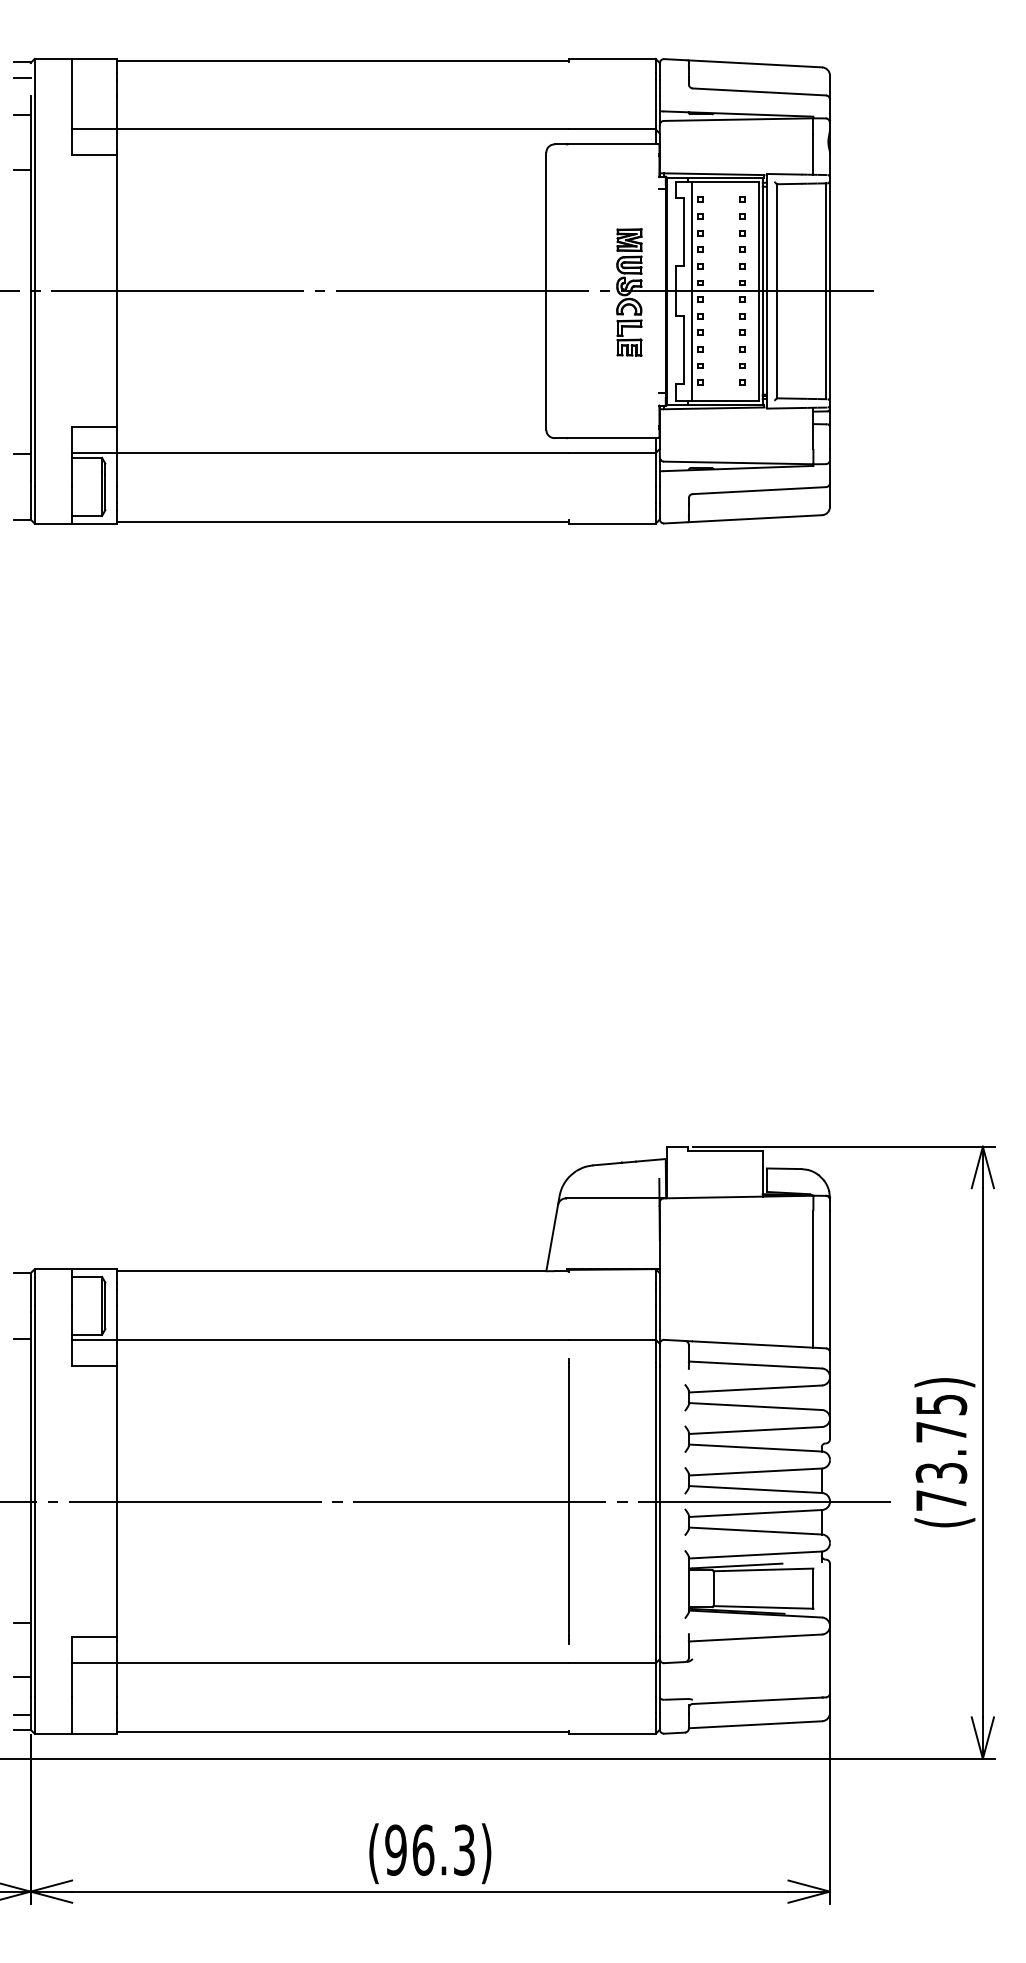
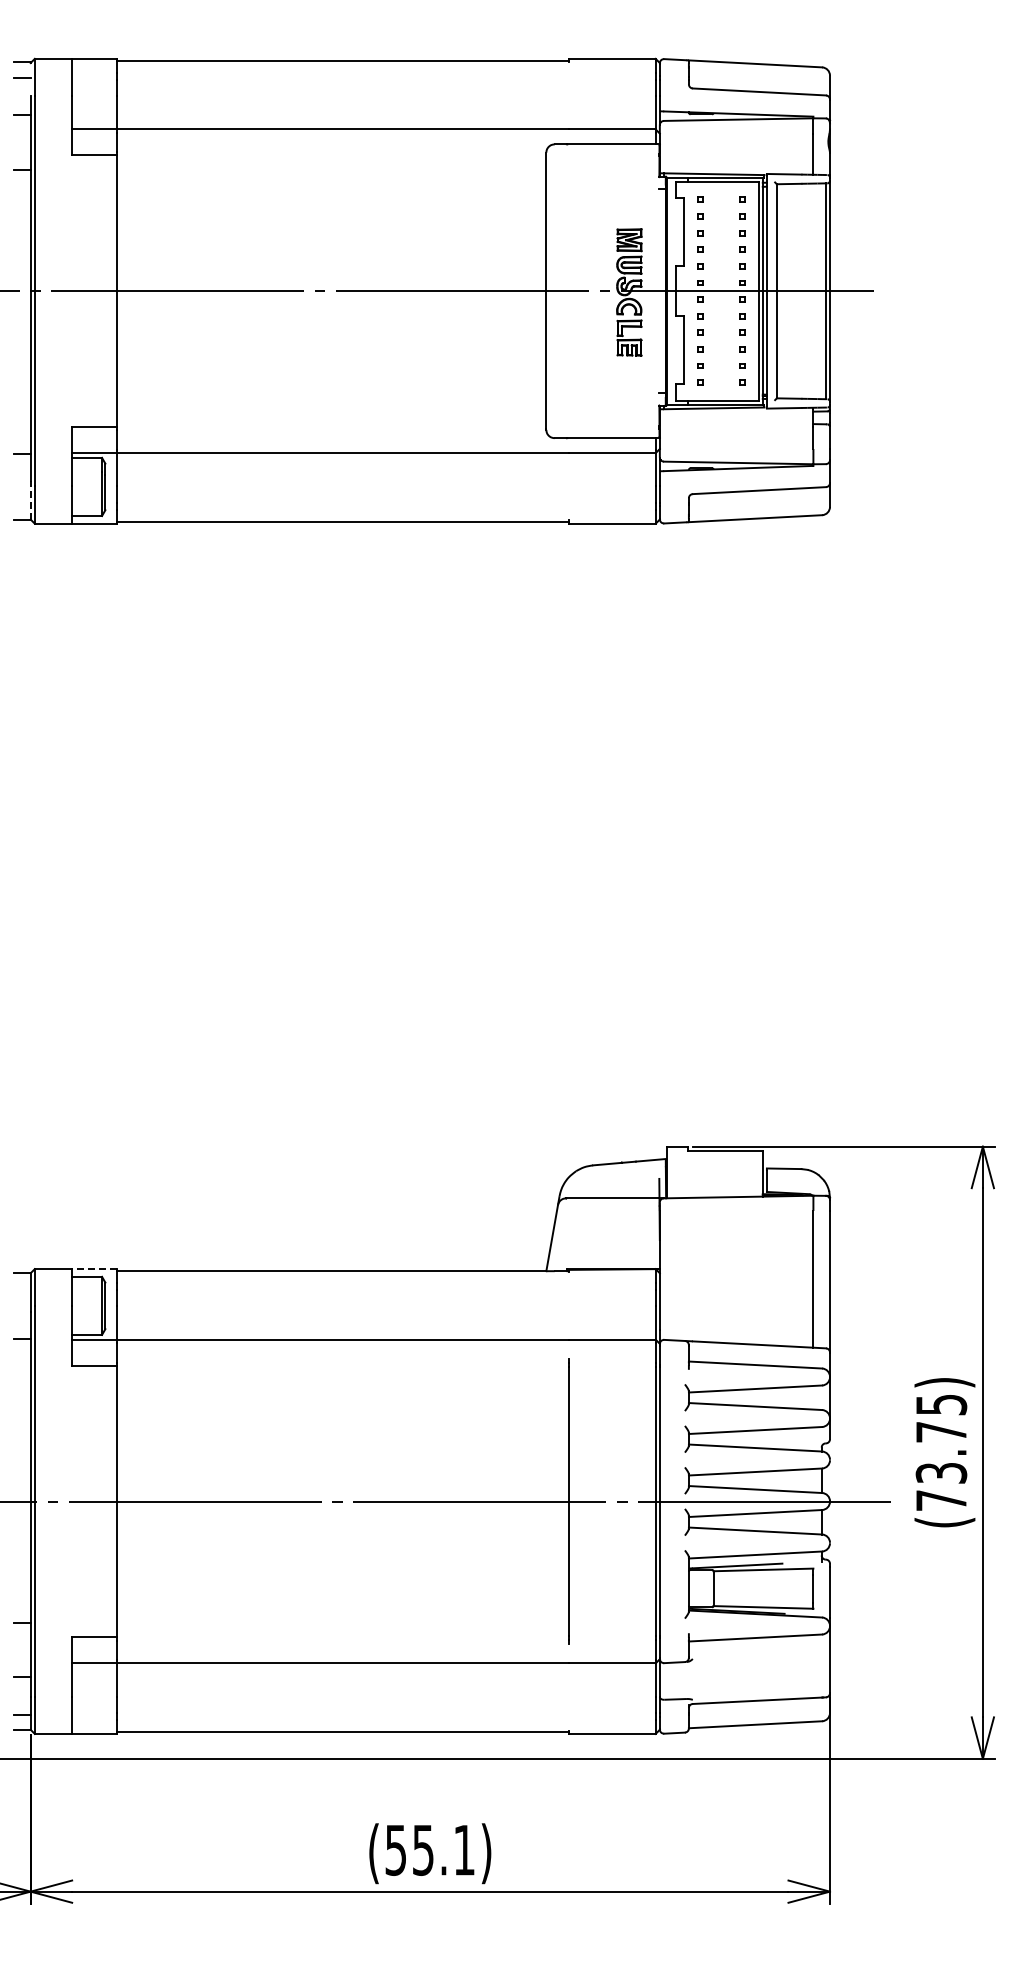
line at (692, 290): present -> none
line at (30, 500): solid -> dashed
line at (94, 1269): solid -> dashed
text at (429, 1849): (96.3) -> (55.1)
